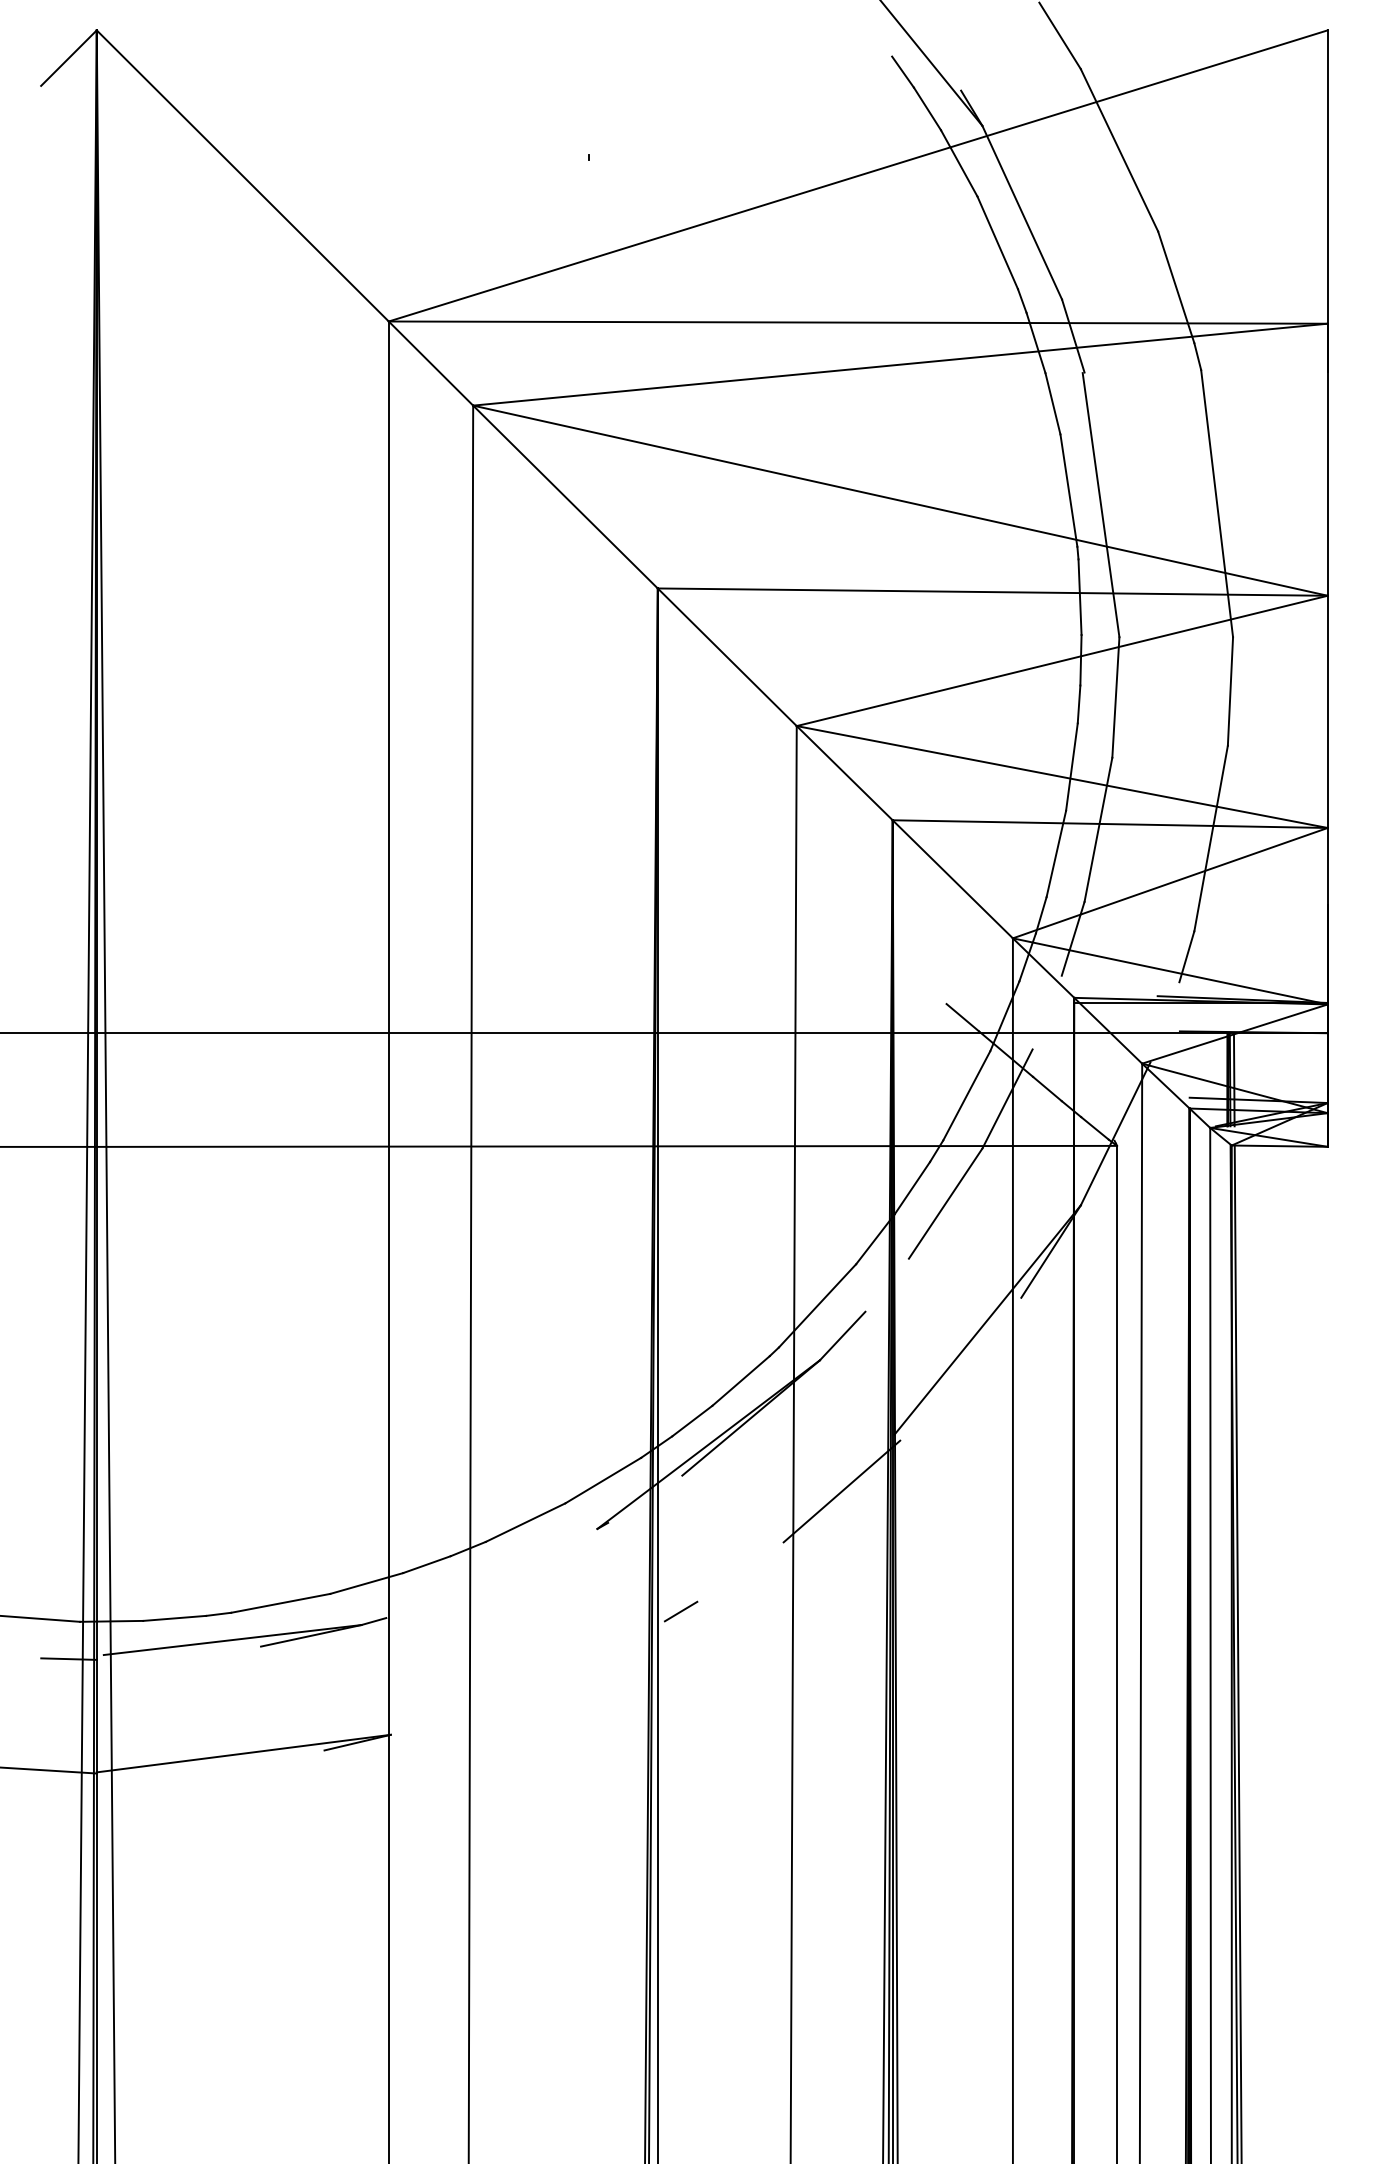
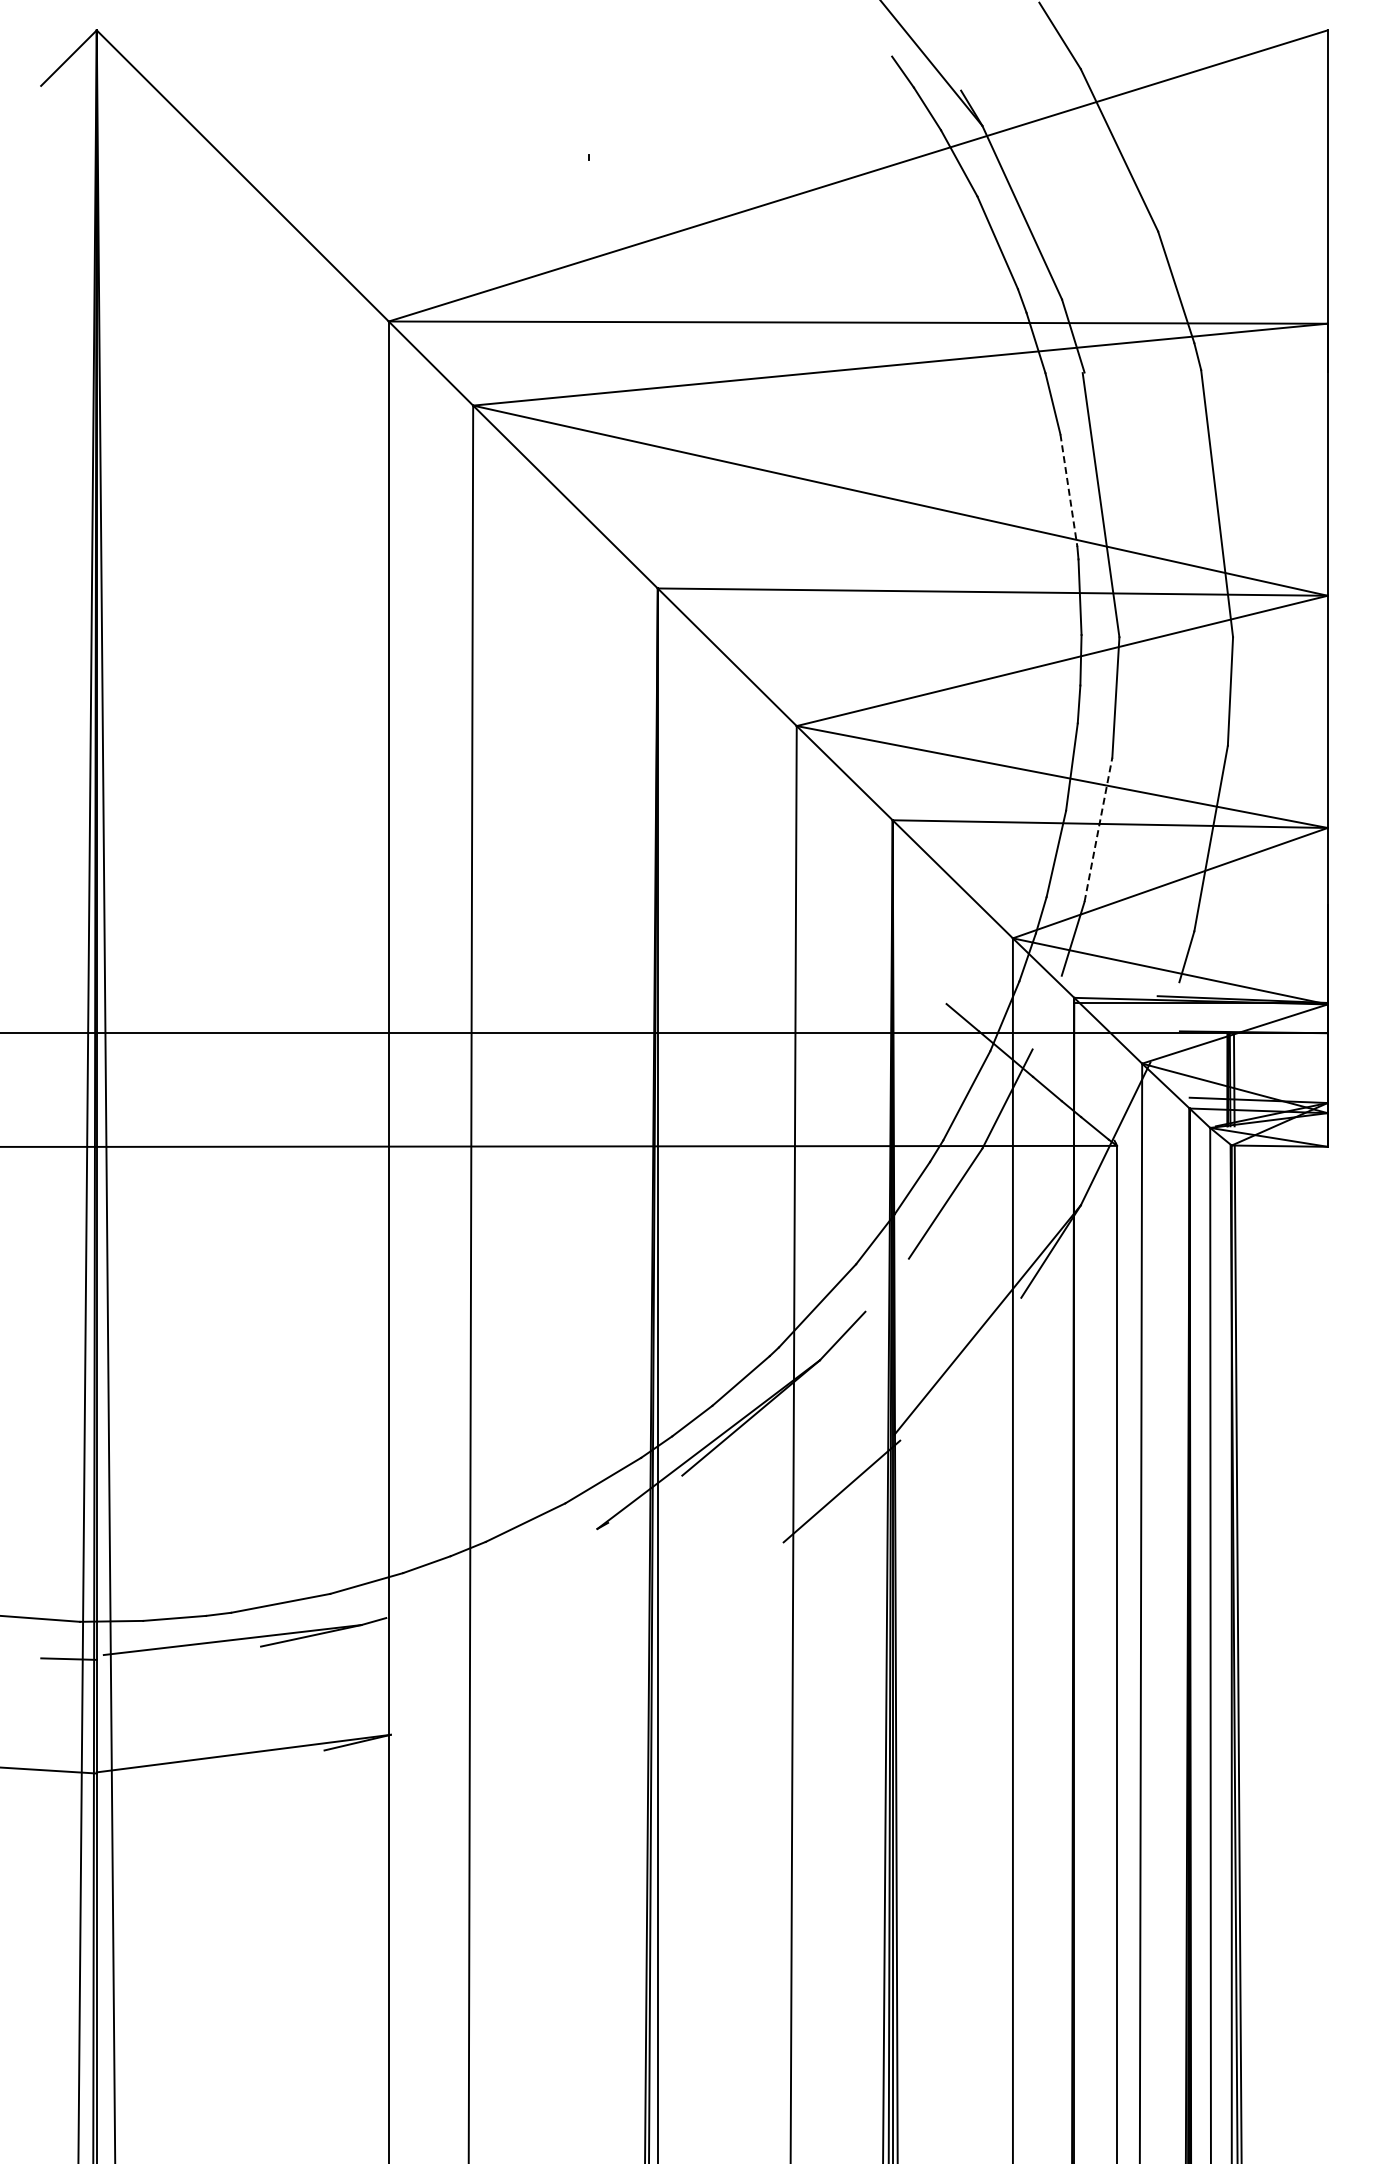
line at (1068, 490): solid -> dashed
line at (1098, 829): solid -> dashed
line at (680, 1611): present -> none
